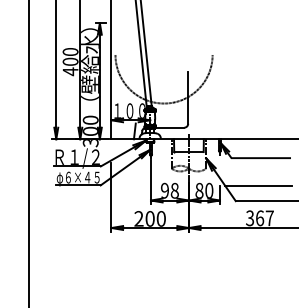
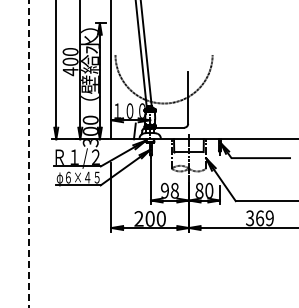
line at (29, 153): solid -> dashed
line at (258, 185): present -> none
text at (269, 218): 367 -> 369
